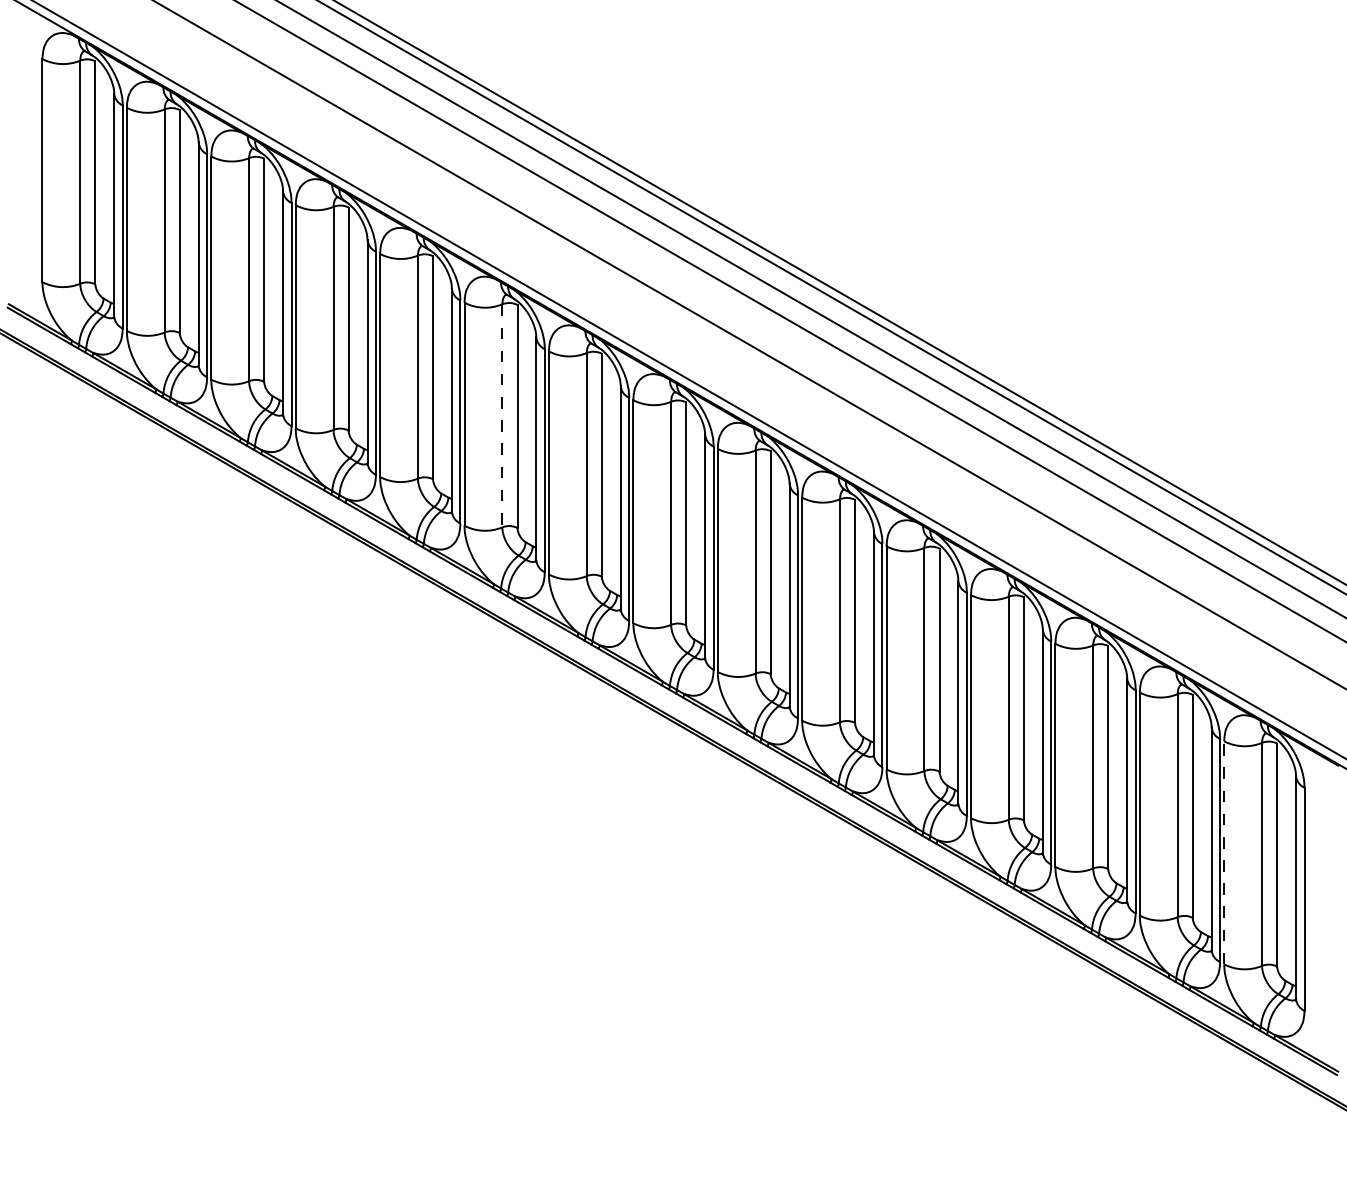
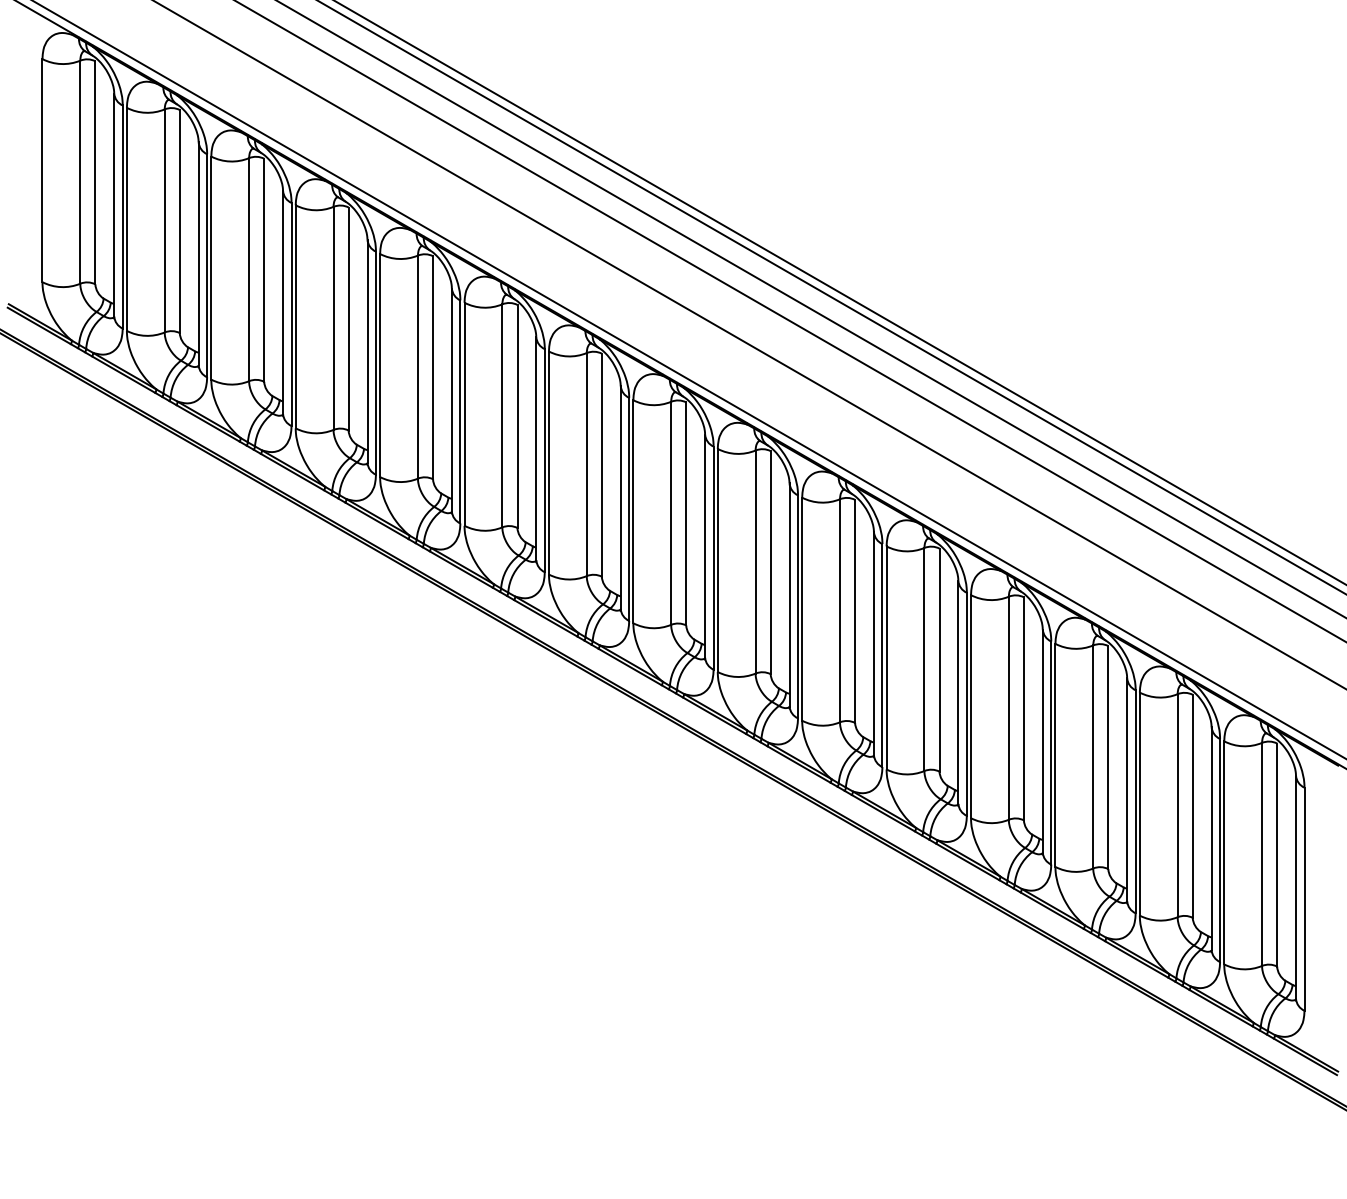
line at (502, 415): dashed -> solid
line at (1224, 852): dashed -> solid
